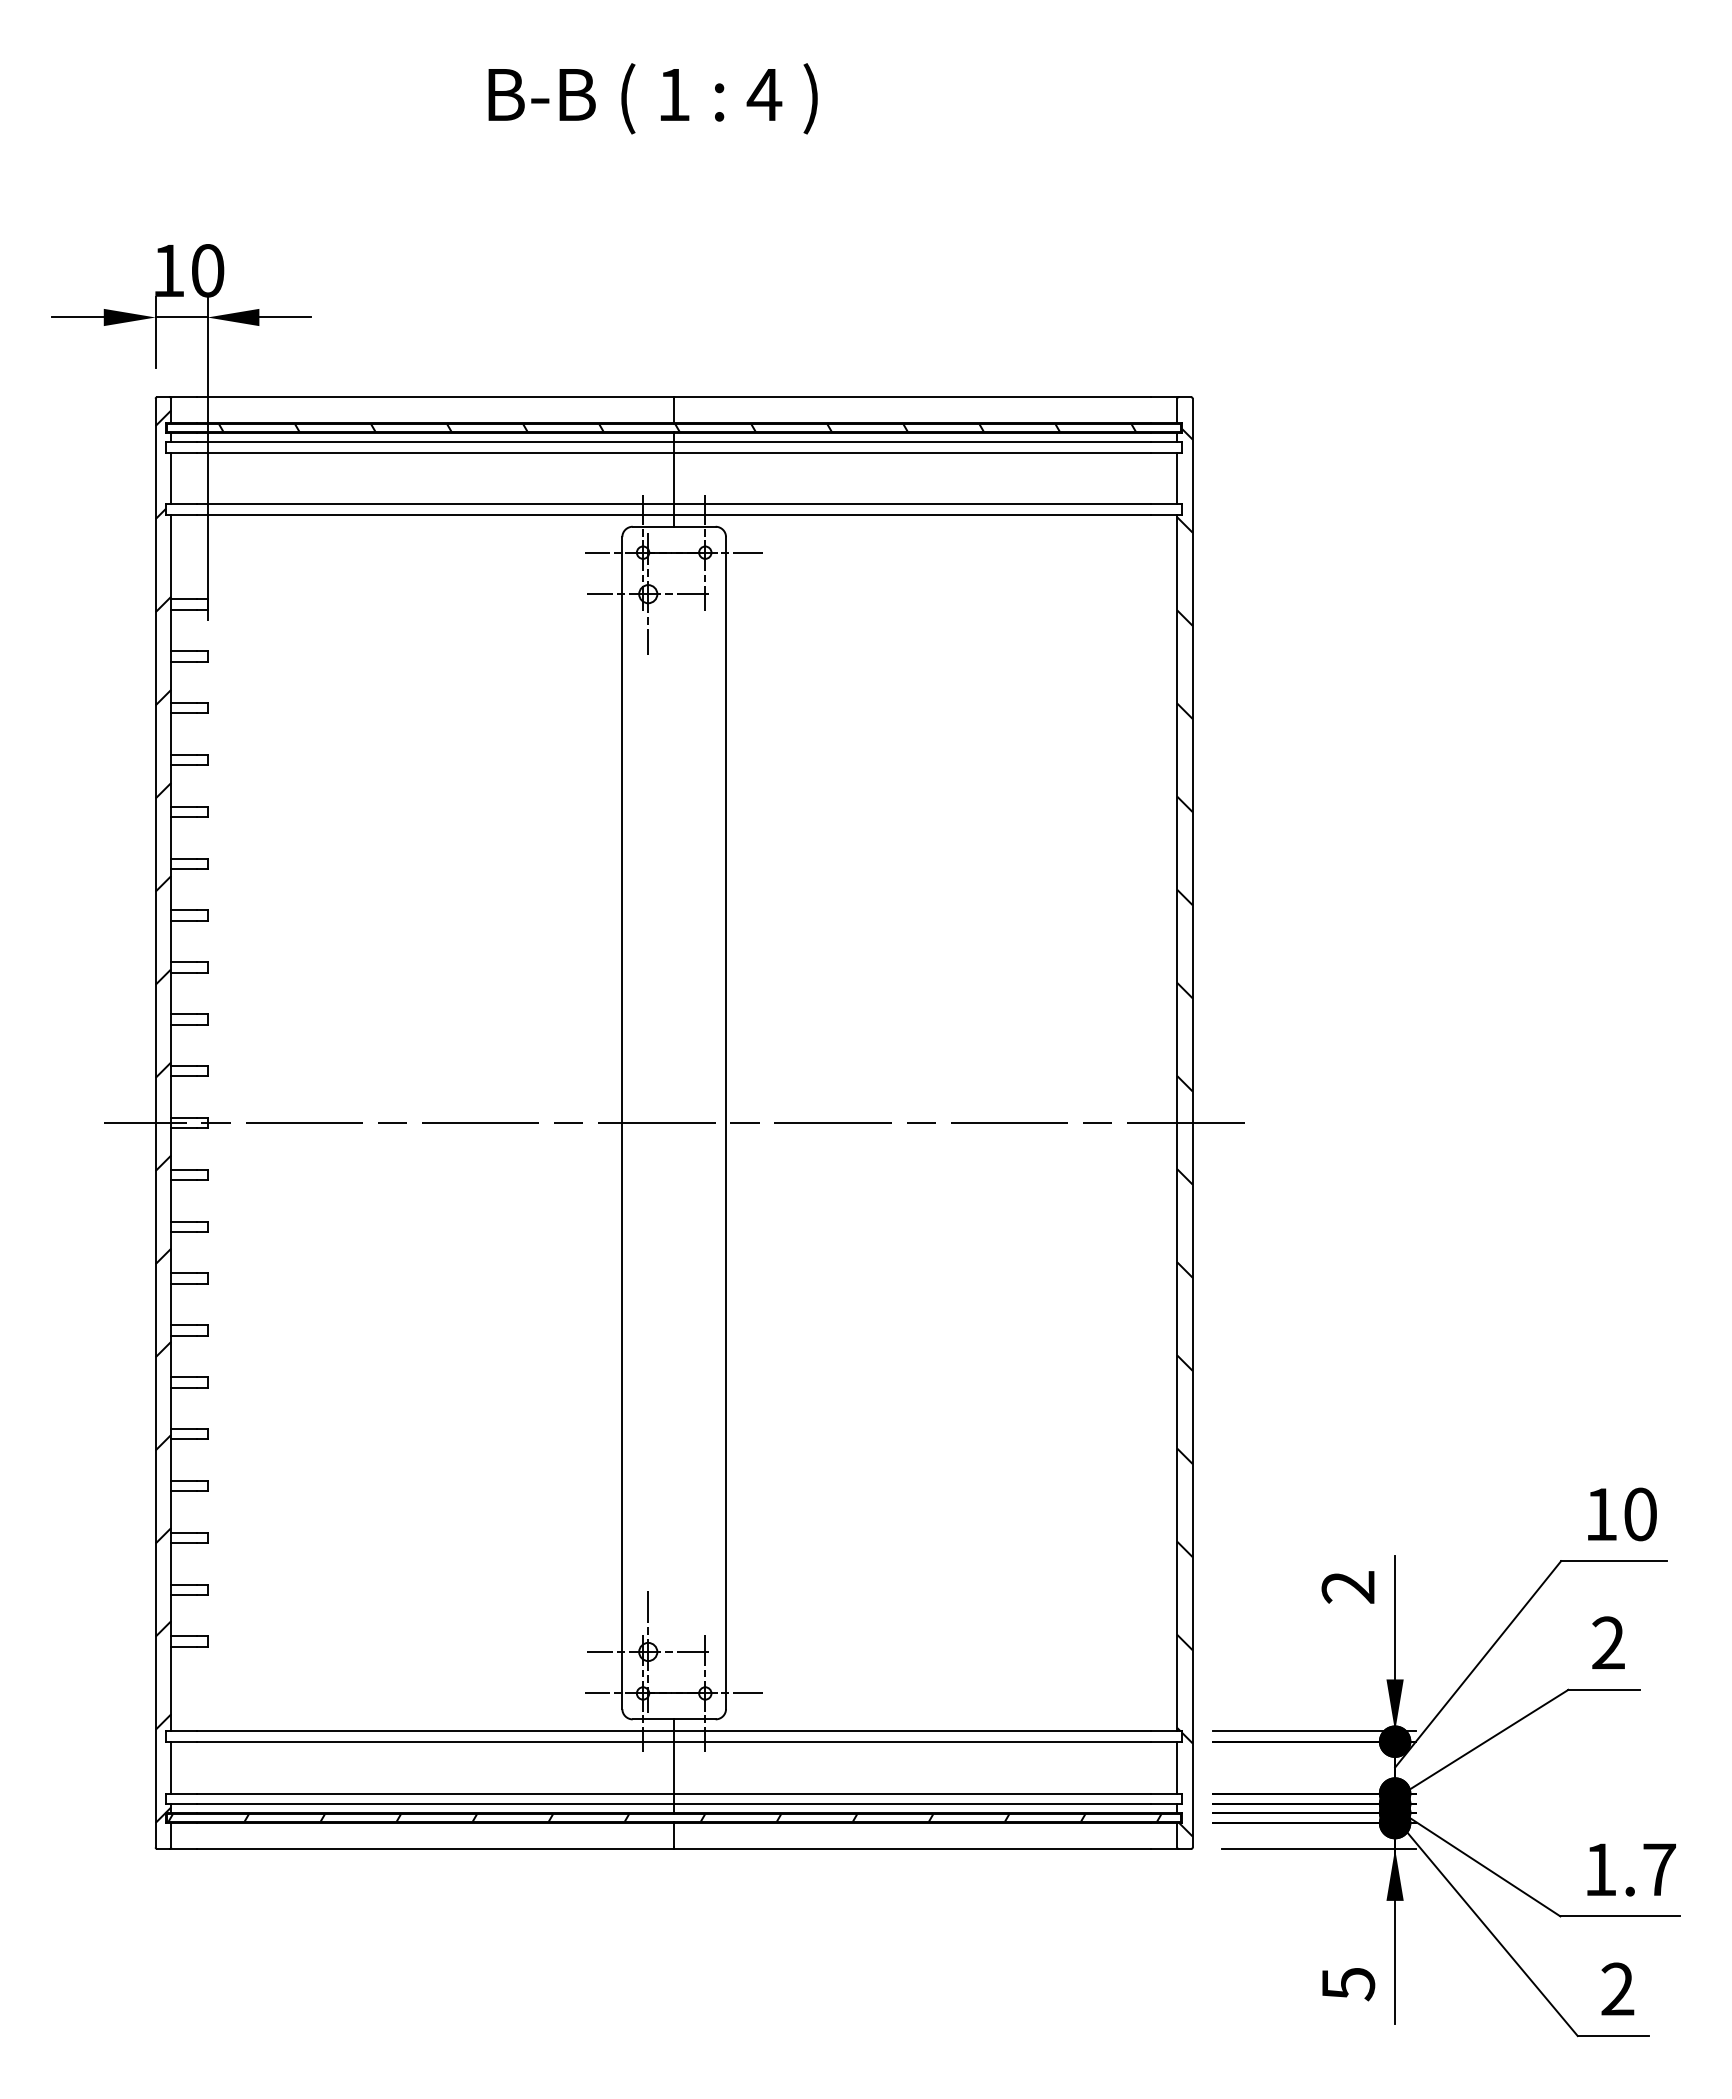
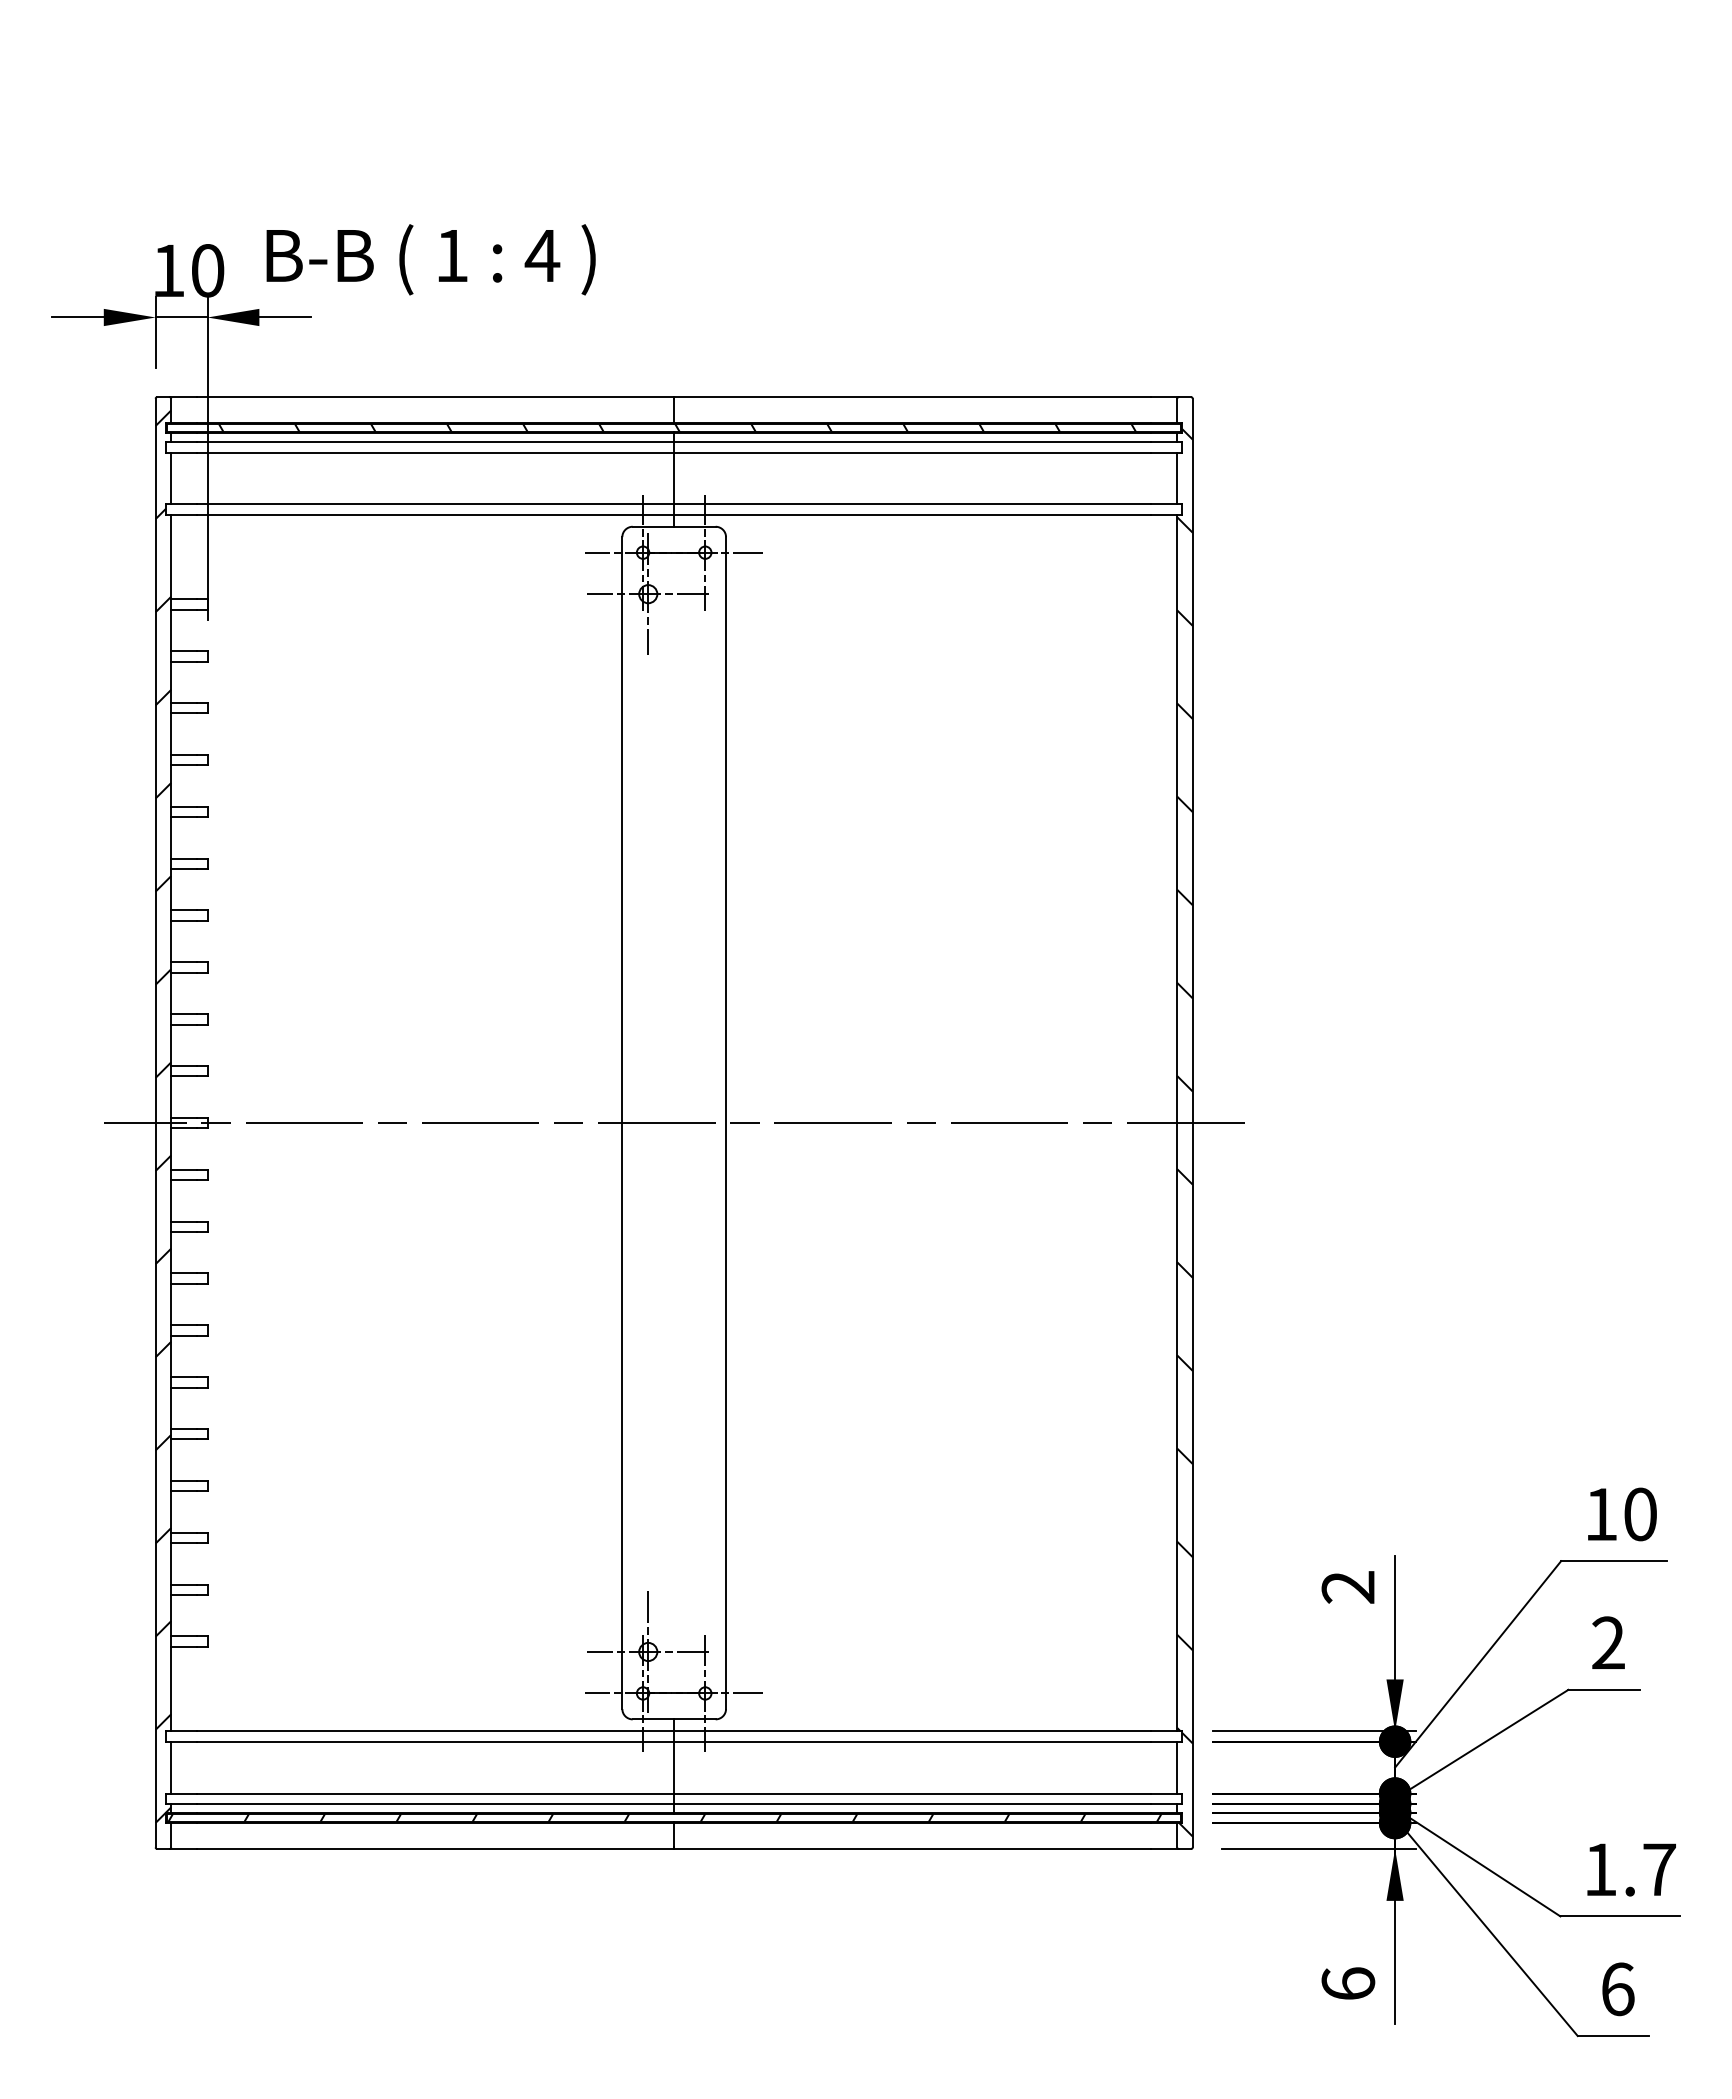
text at (652, 98) position: (652, 98) -> (430, 259)
text at (1348, 1984): 5 -> 6
text at (1617, 1989): 2 -> 6
